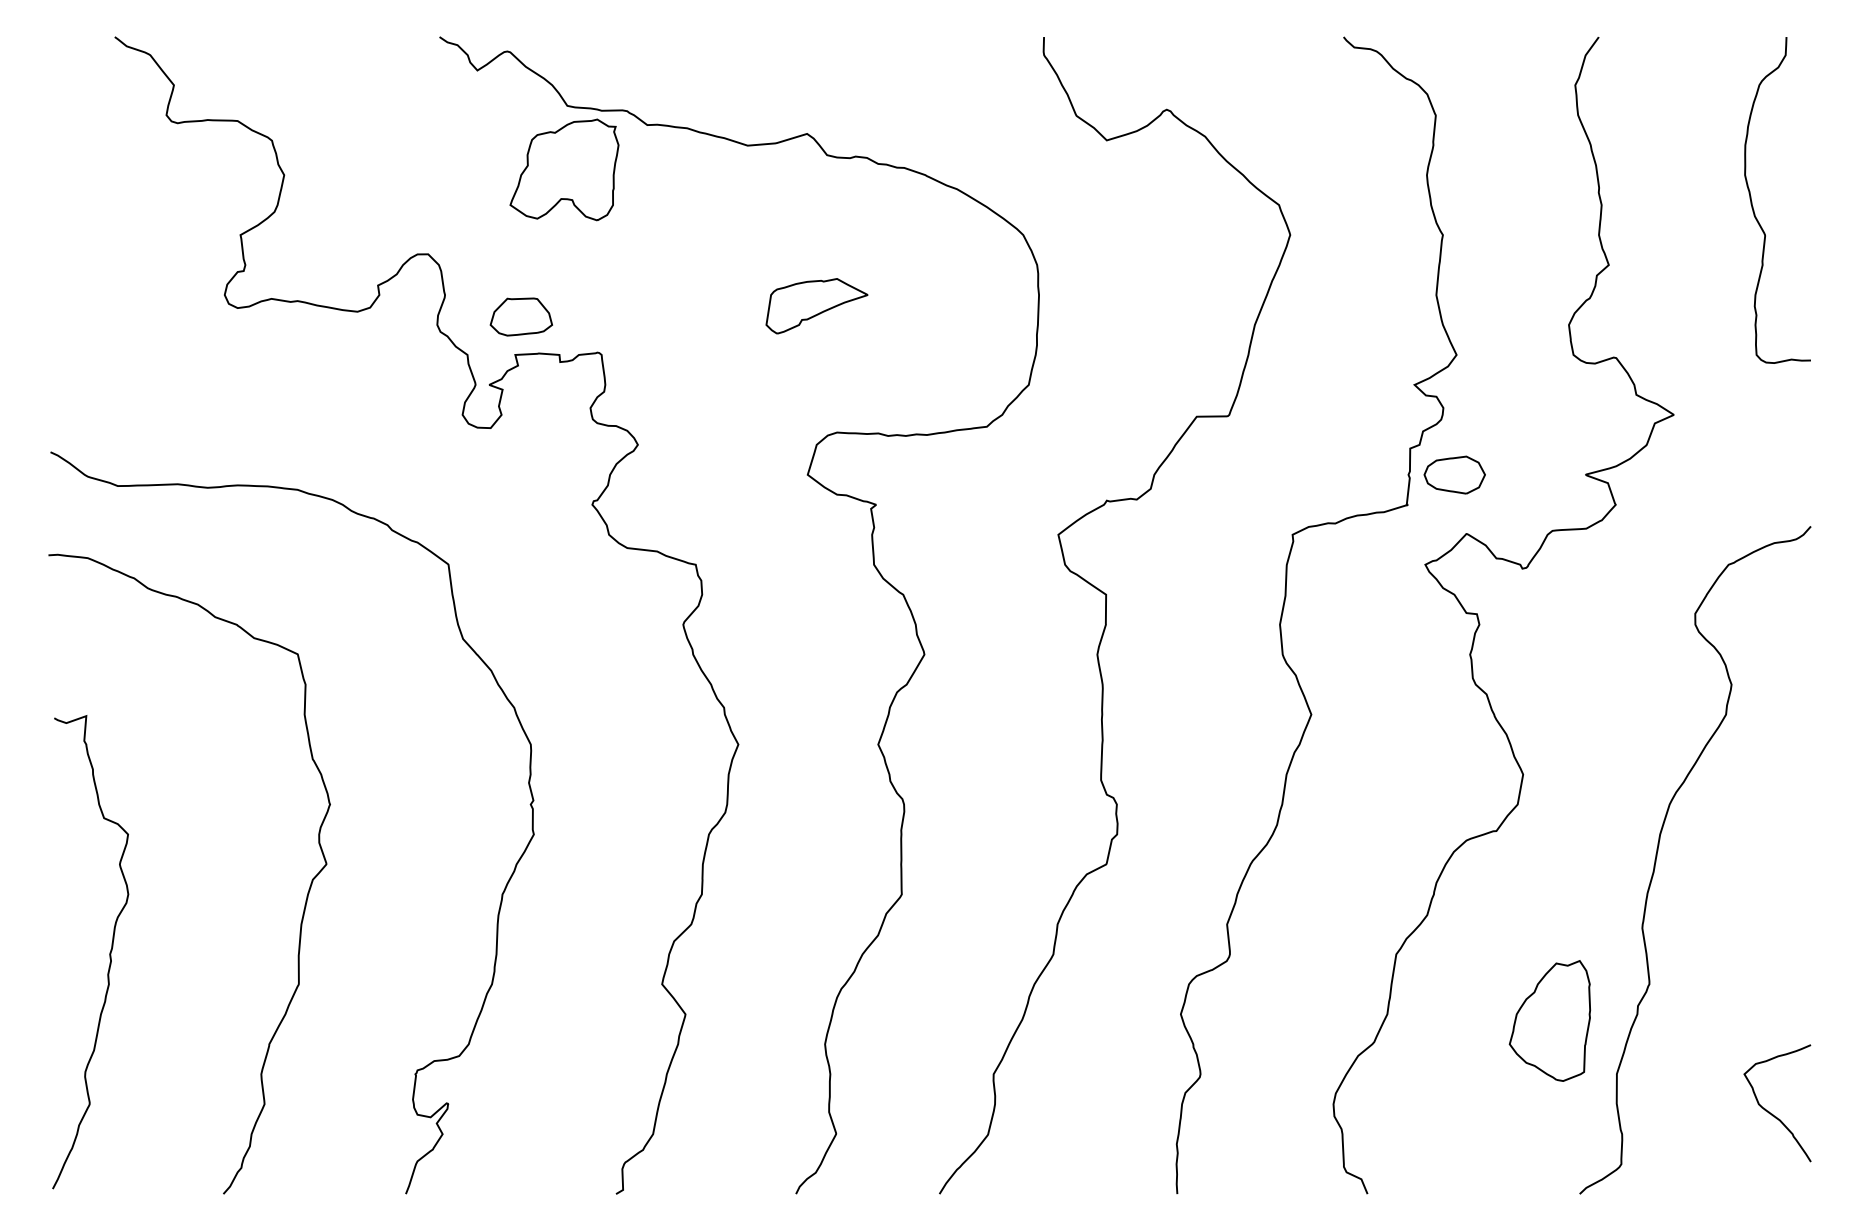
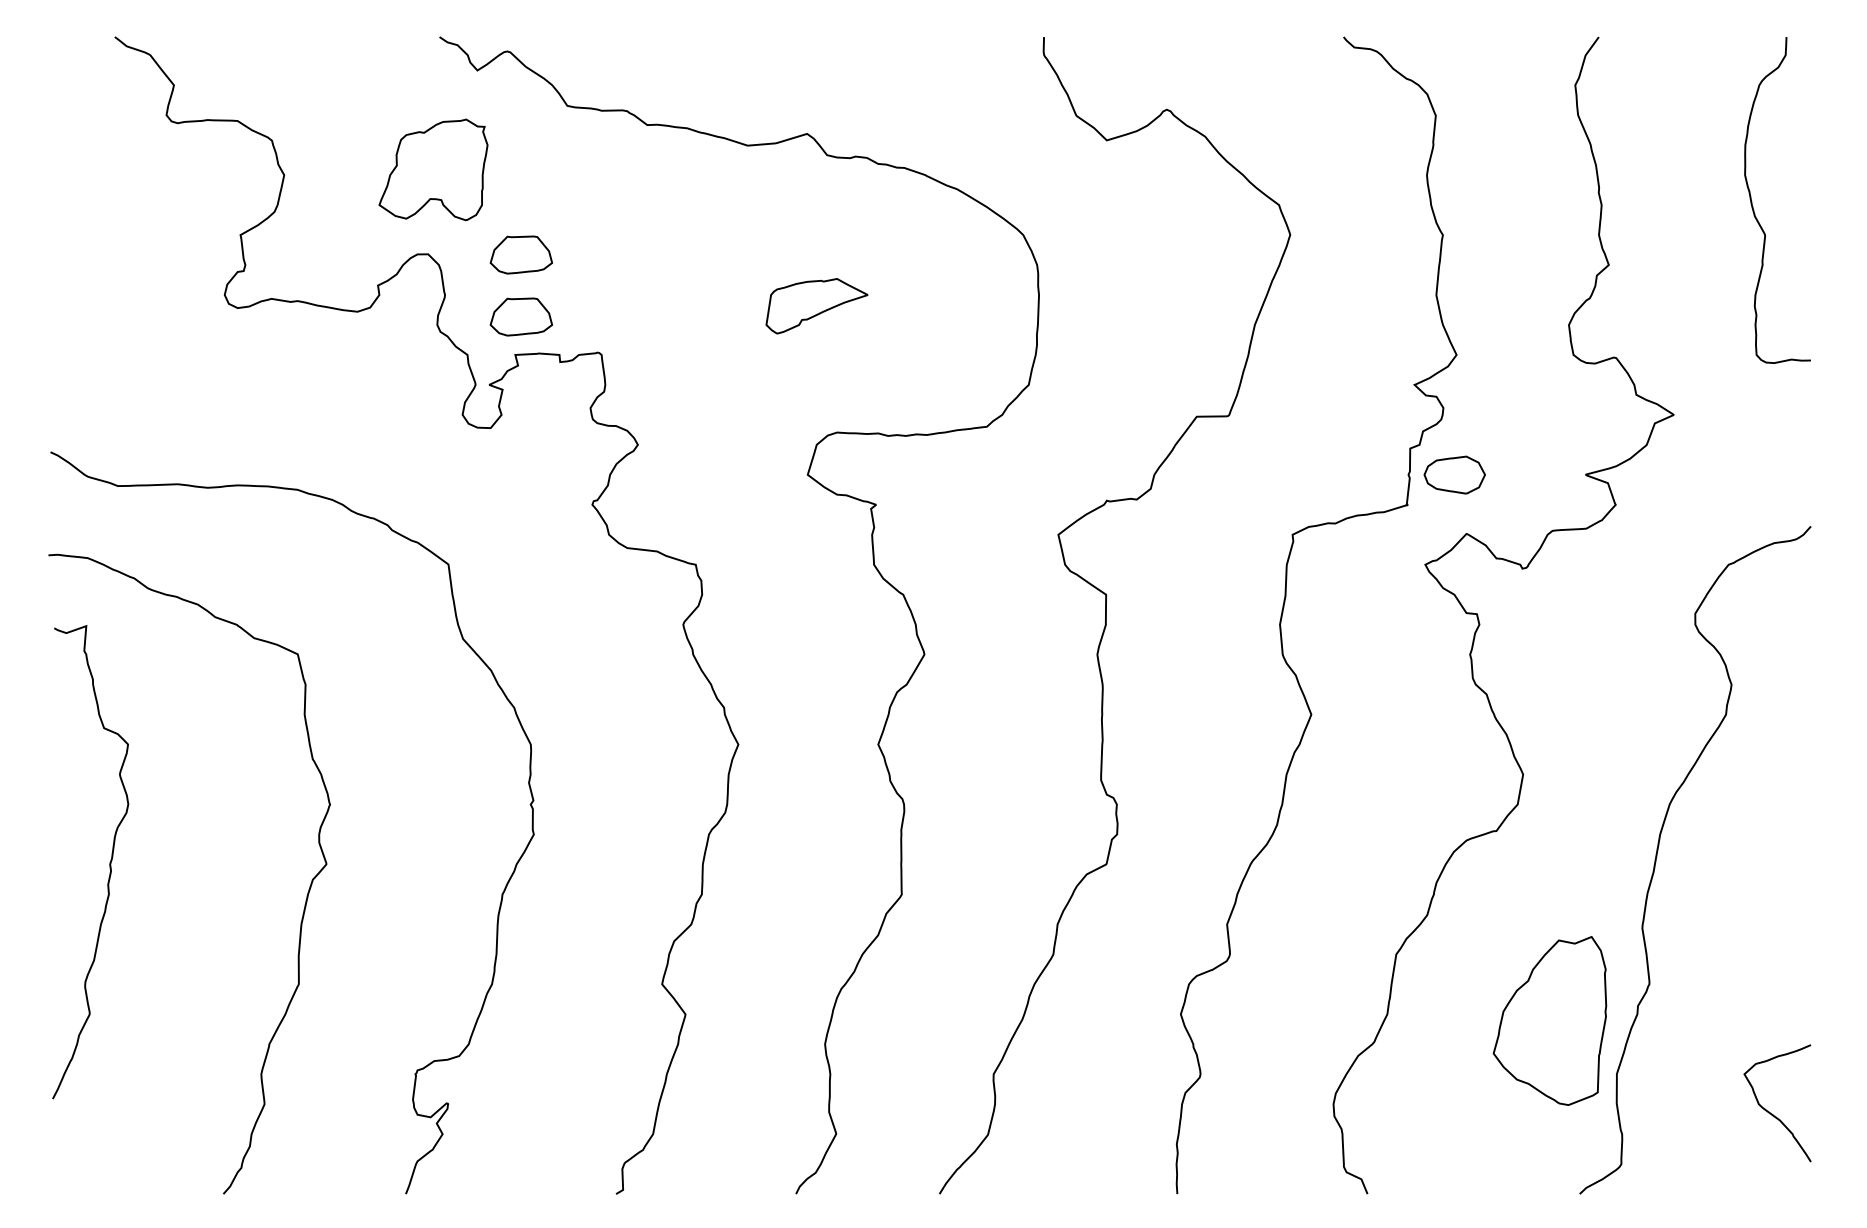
part at (564, 169) position: (564, 169) -> (433, 169)
part at (520, 254): none -> present
curve at (109, 952) position: (109, 952) -> (109, 862)
part at (1549, 1020) size: 84x122 px -> 116x170 px
